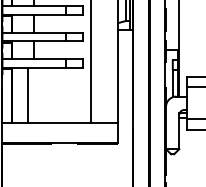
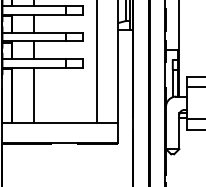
line at (91, 62) position: (91, 62) -> (97, 62)
line at (27, 95) position: (27, 95) -> (33, 95)
